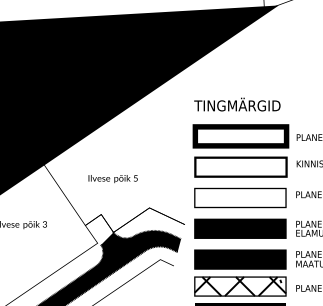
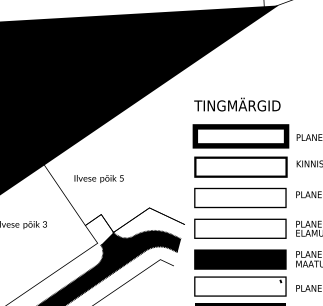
text at (112, 179) position: (112, 179) -> (98, 179)
fill at (240, 228): present -> none
hatch at (240, 286): present -> none
